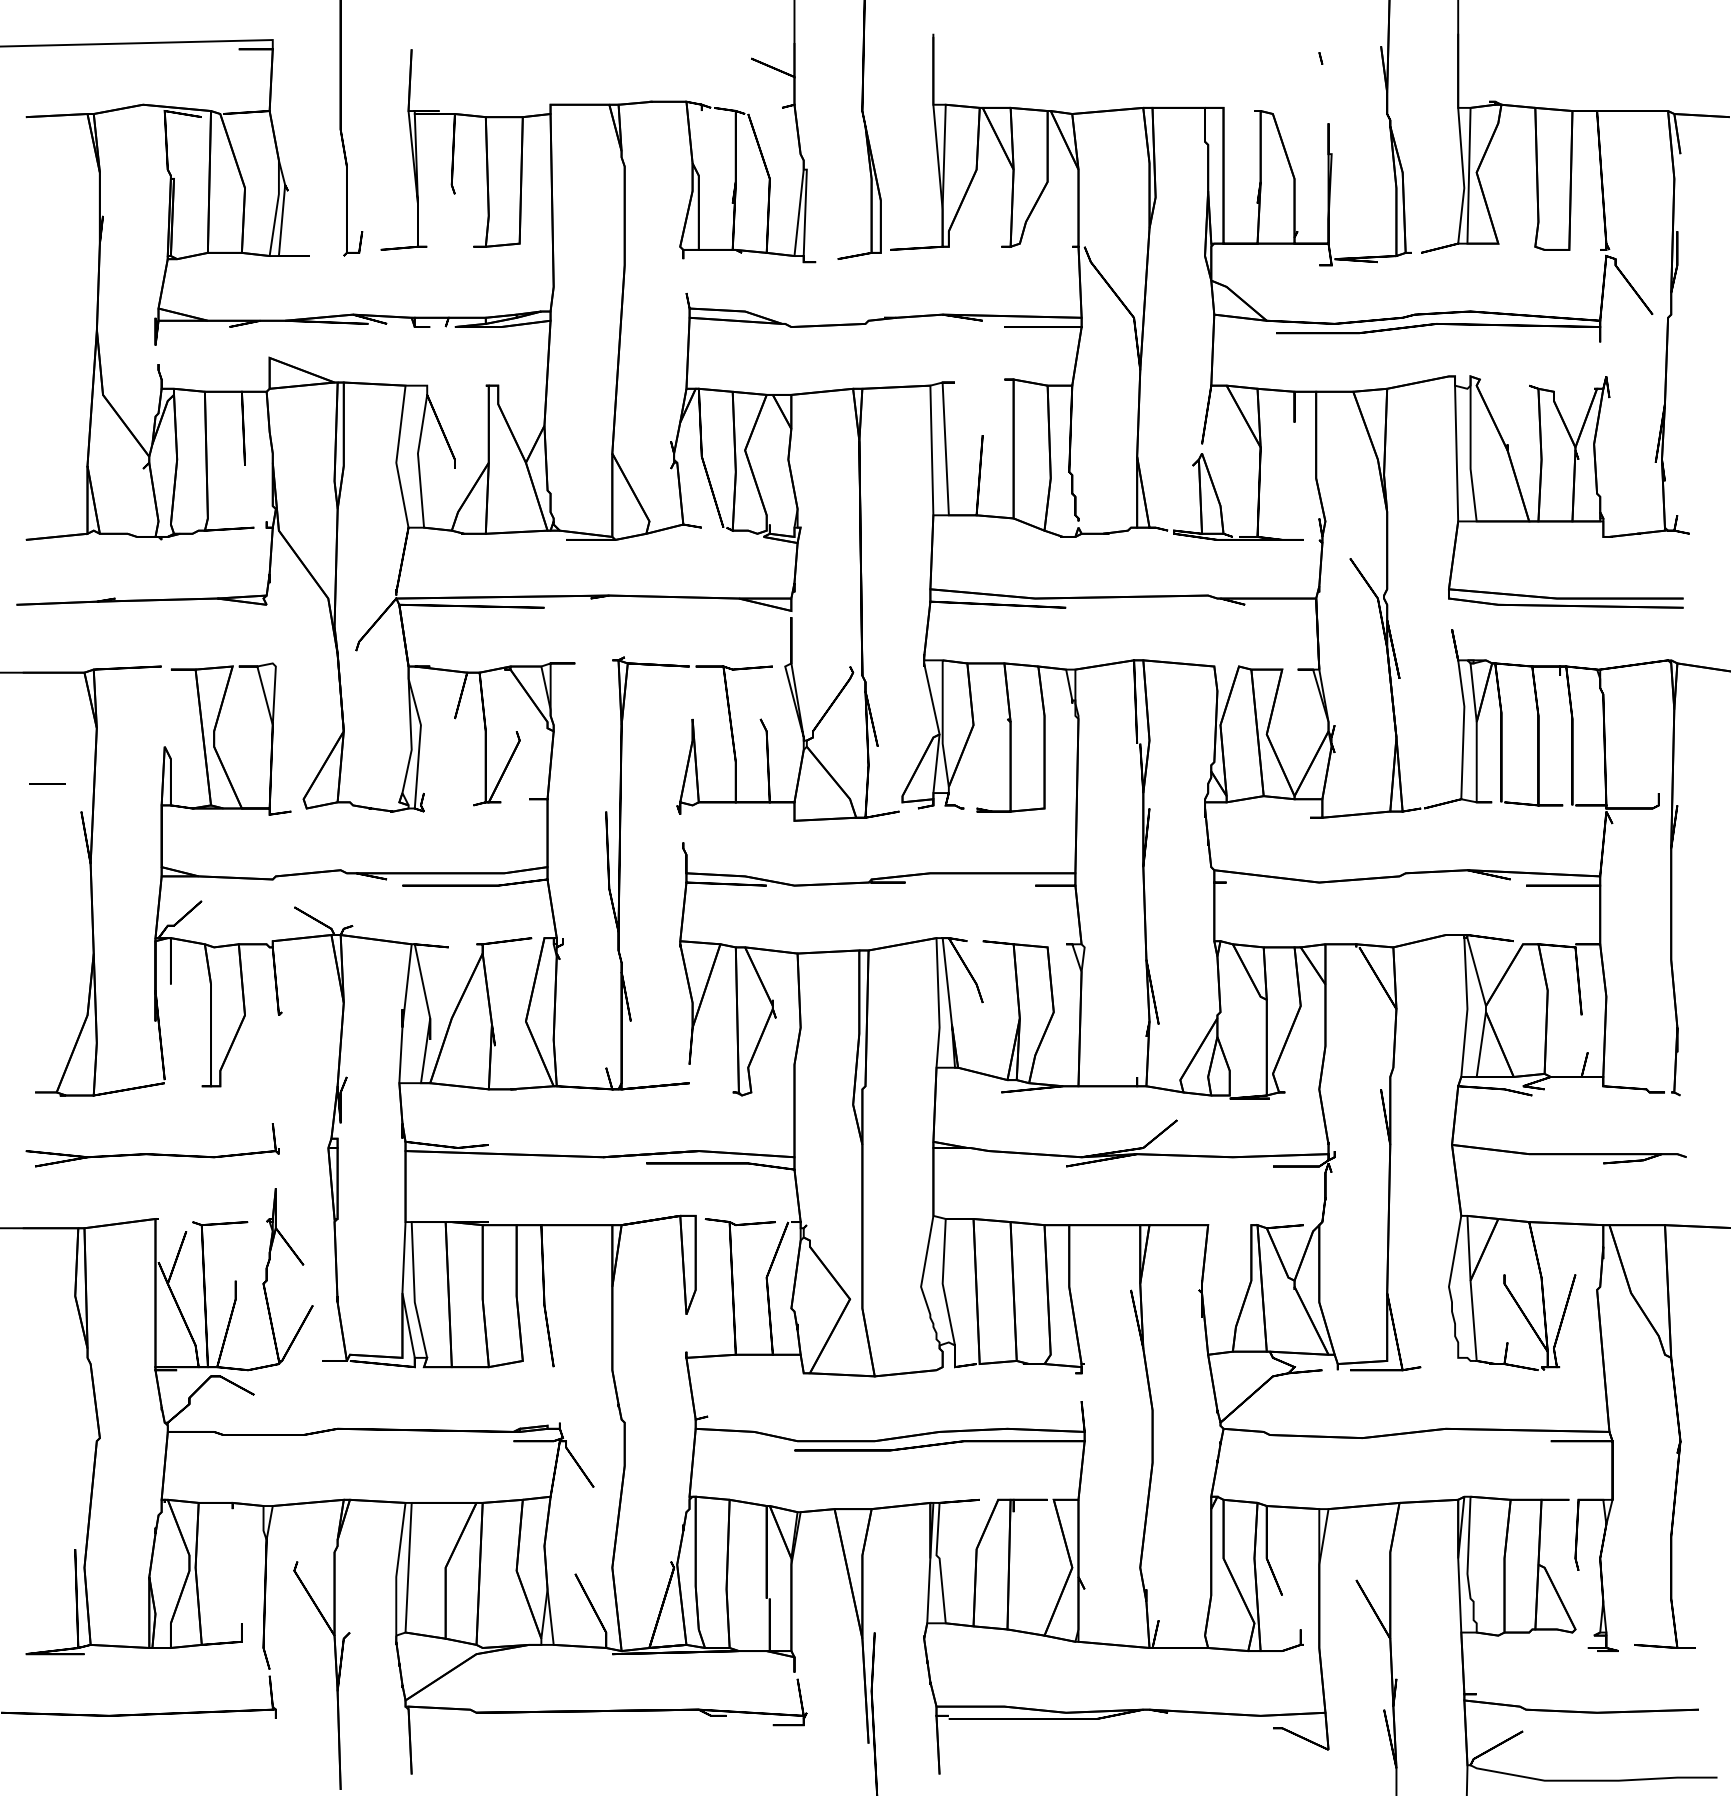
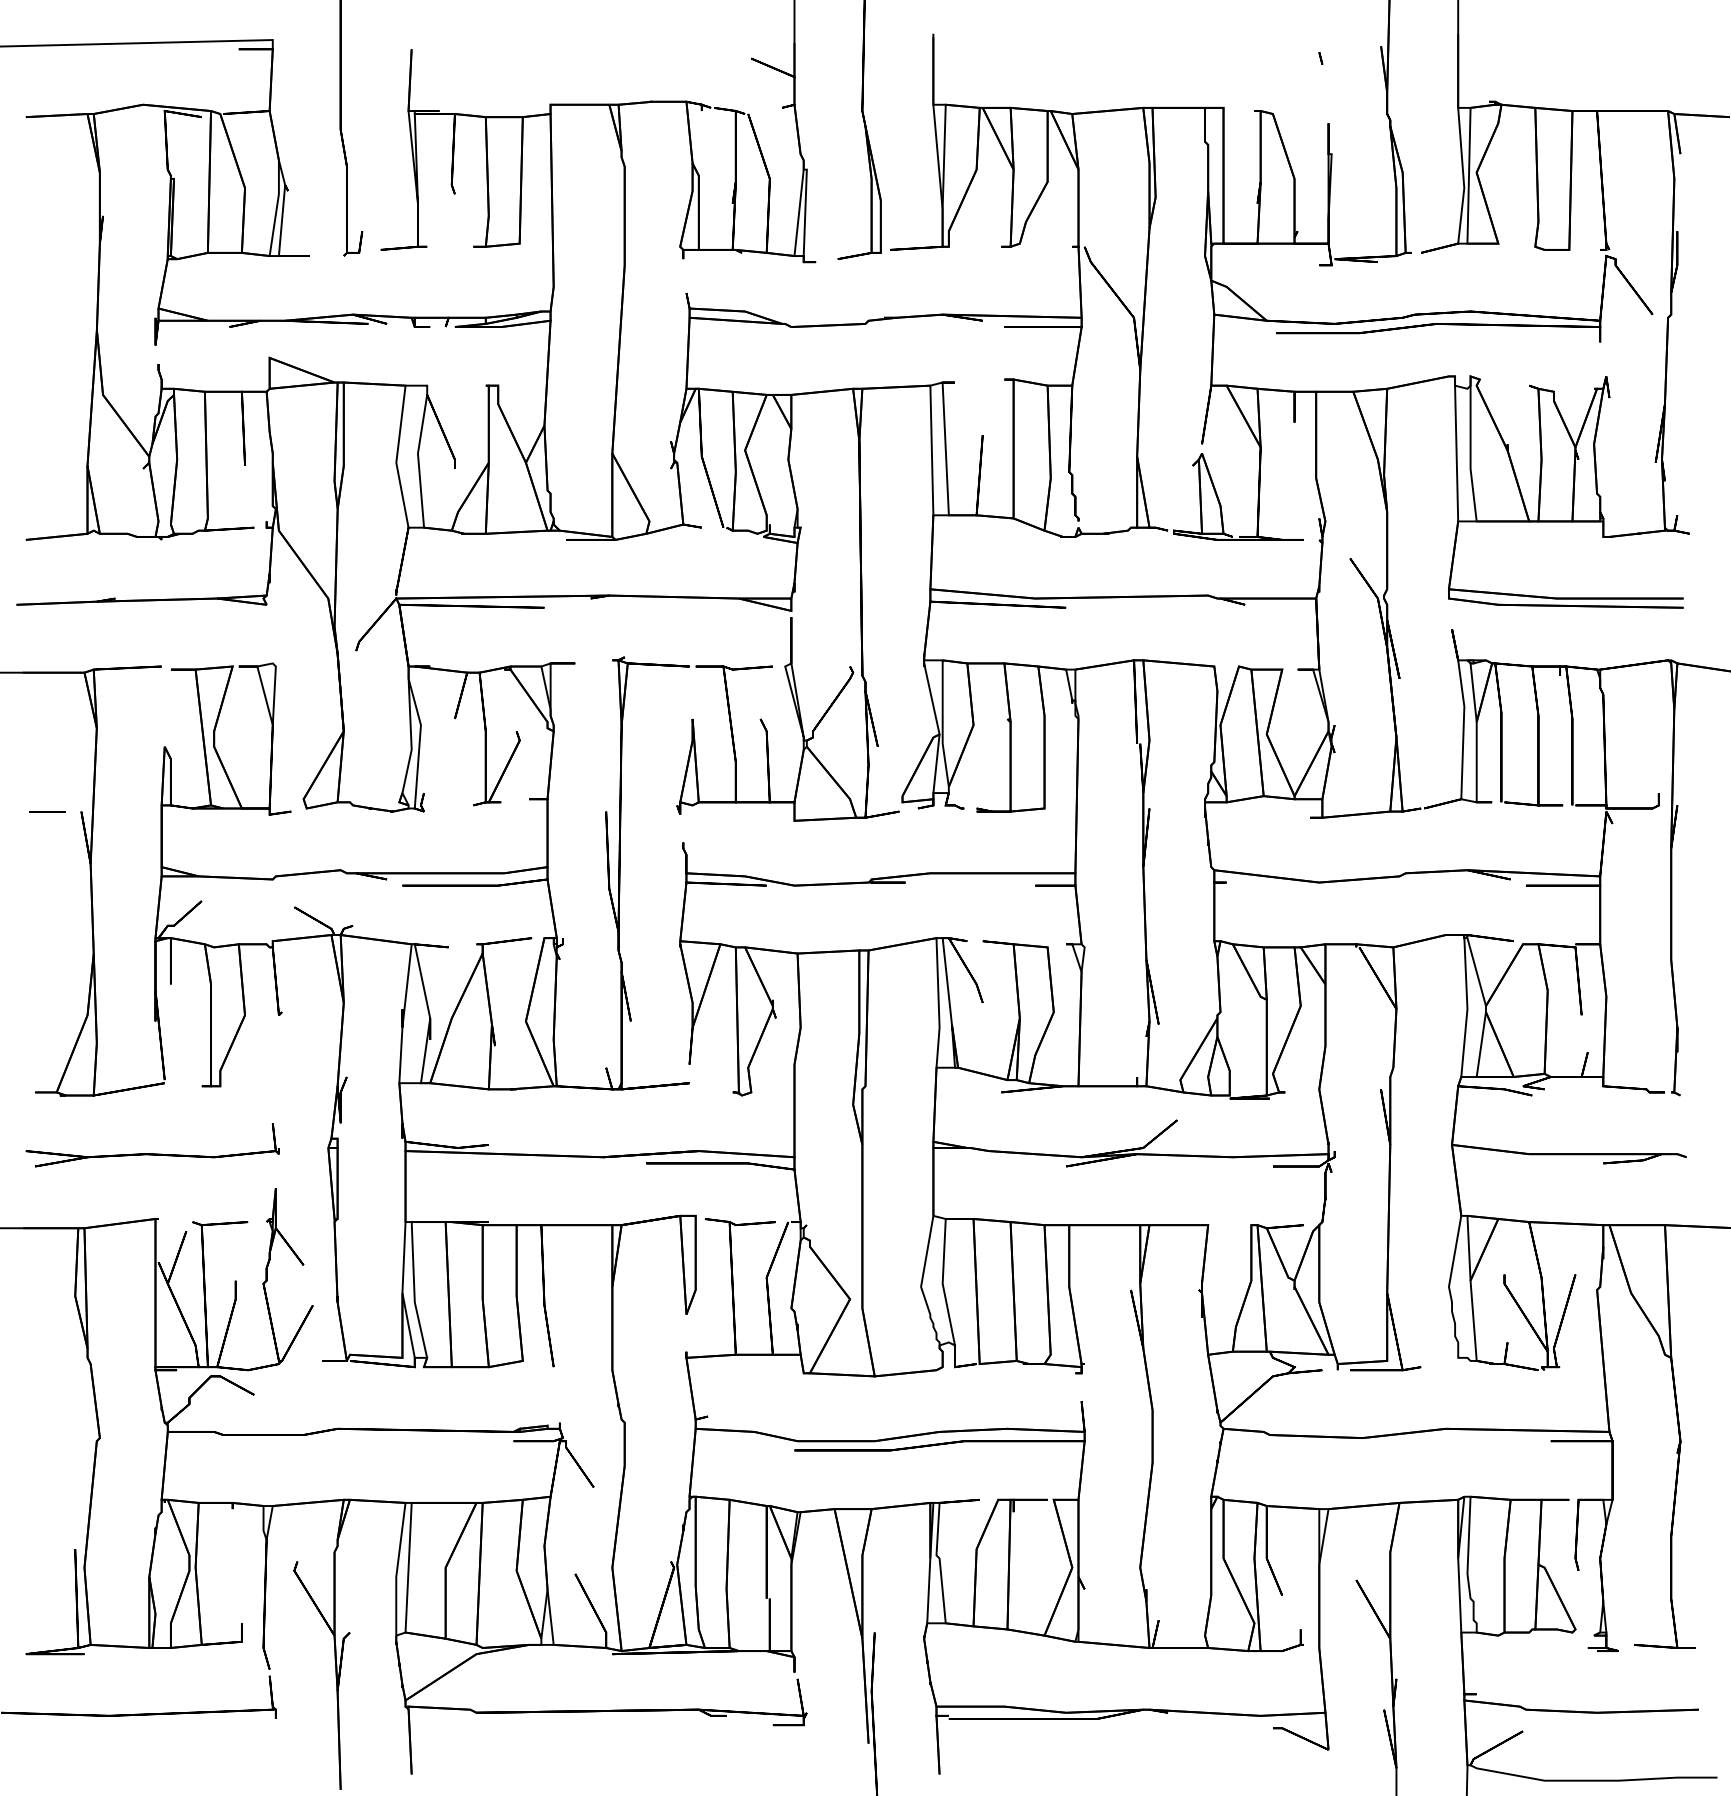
line at (47, 783) position: (47, 783) -> (47, 811)
